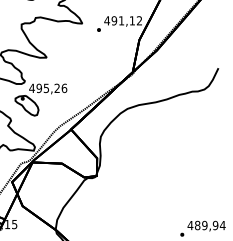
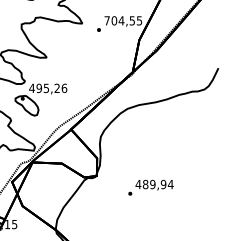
text at (123, 20): 491,12 -> 704,55
text at (202, 228) position: (202, 228) -> (150, 187)
